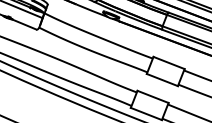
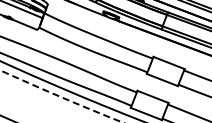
arc at (62, 97): solid -> dashed
